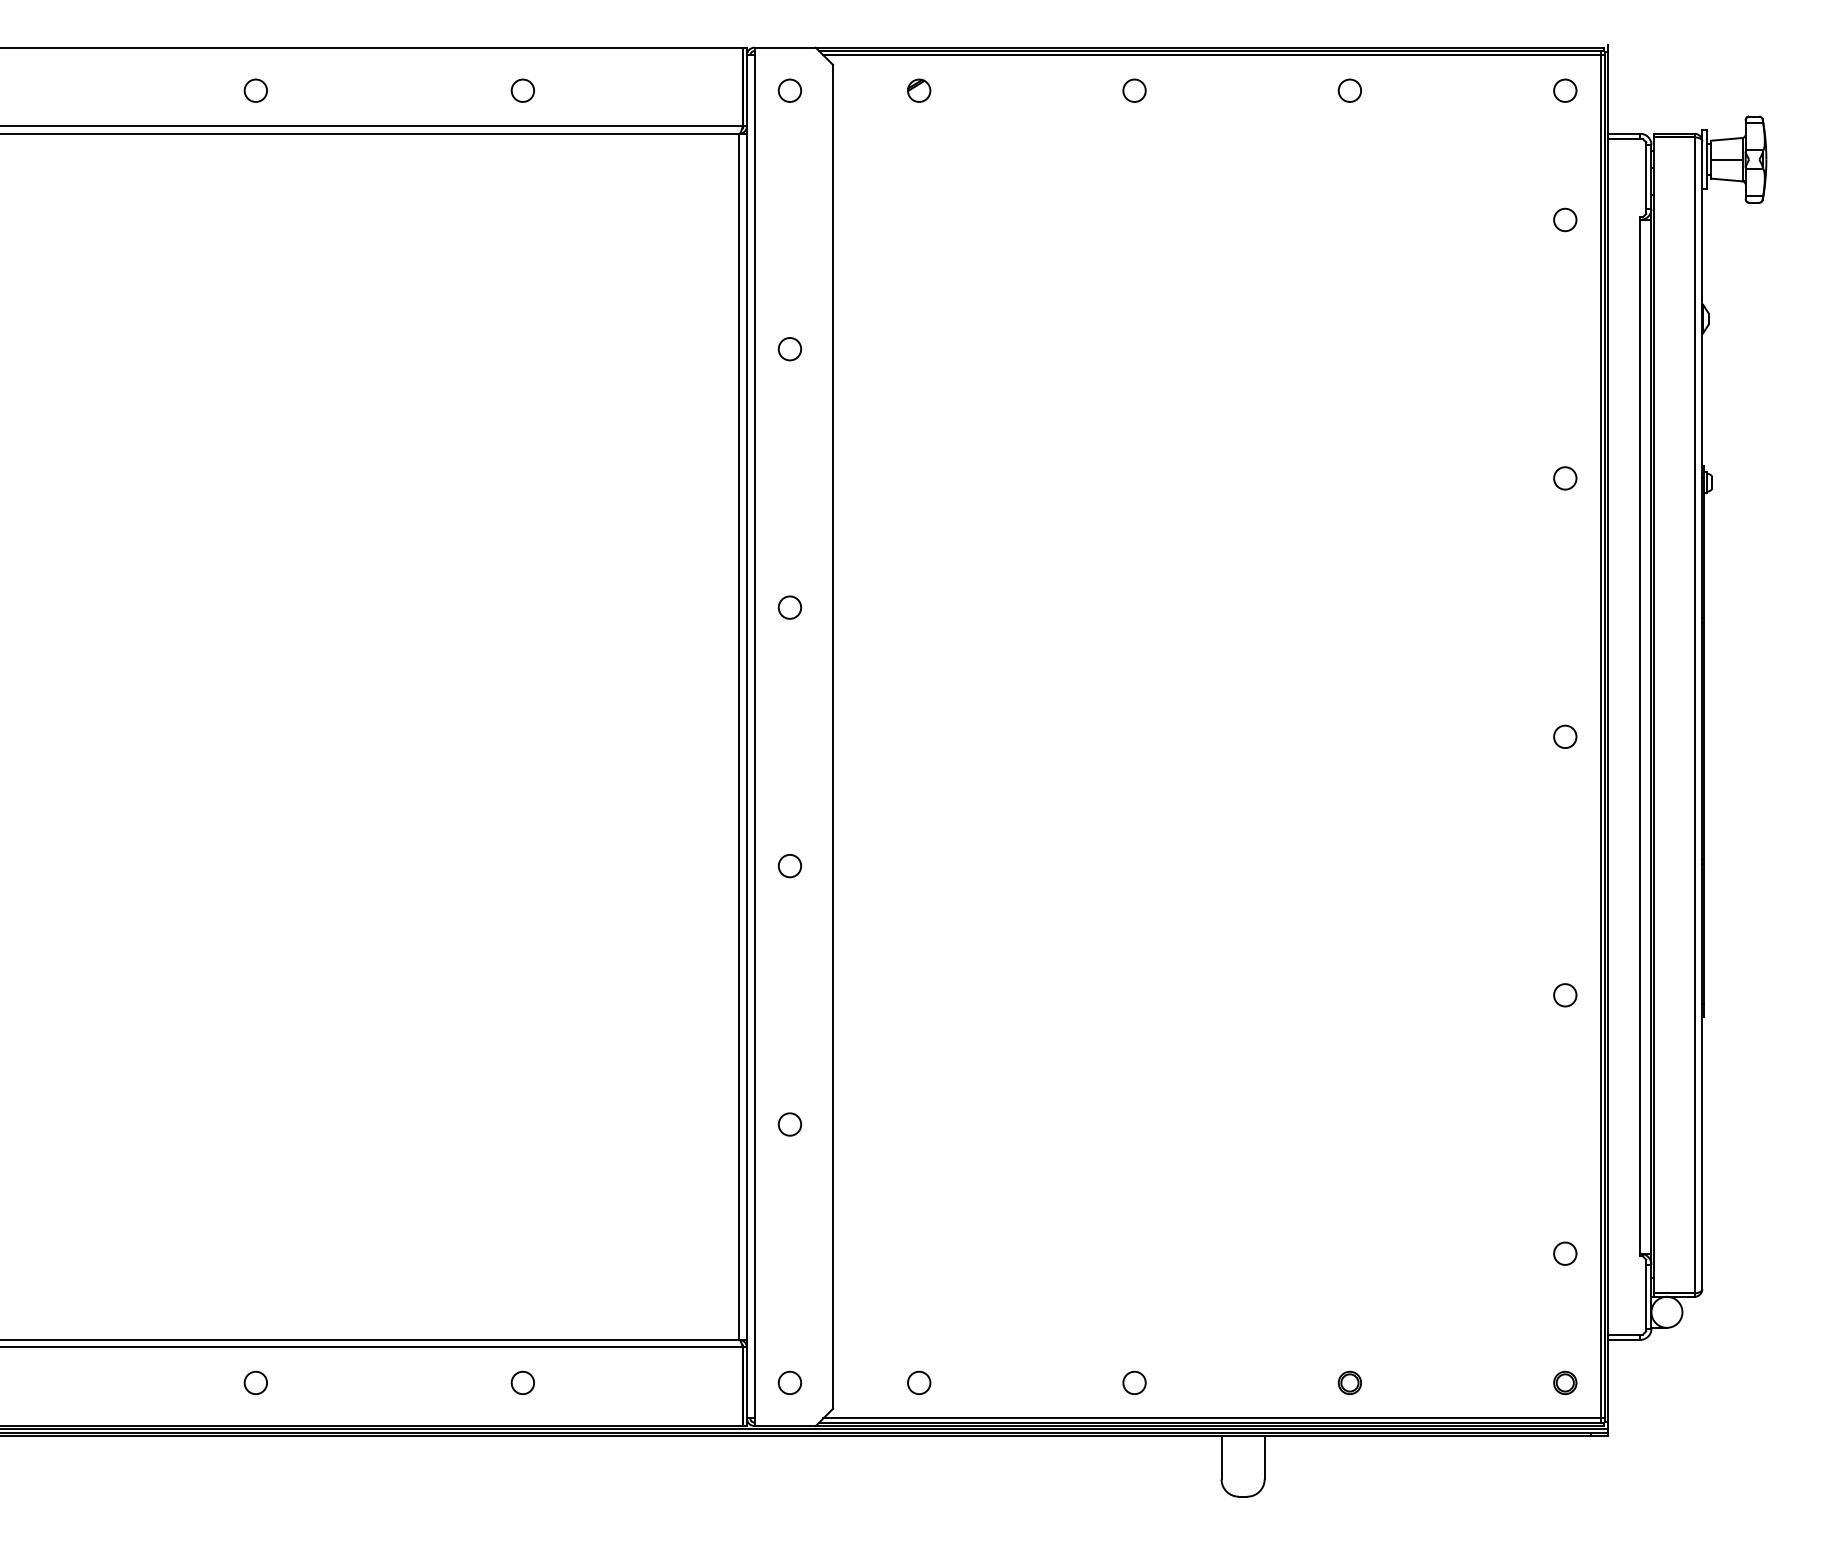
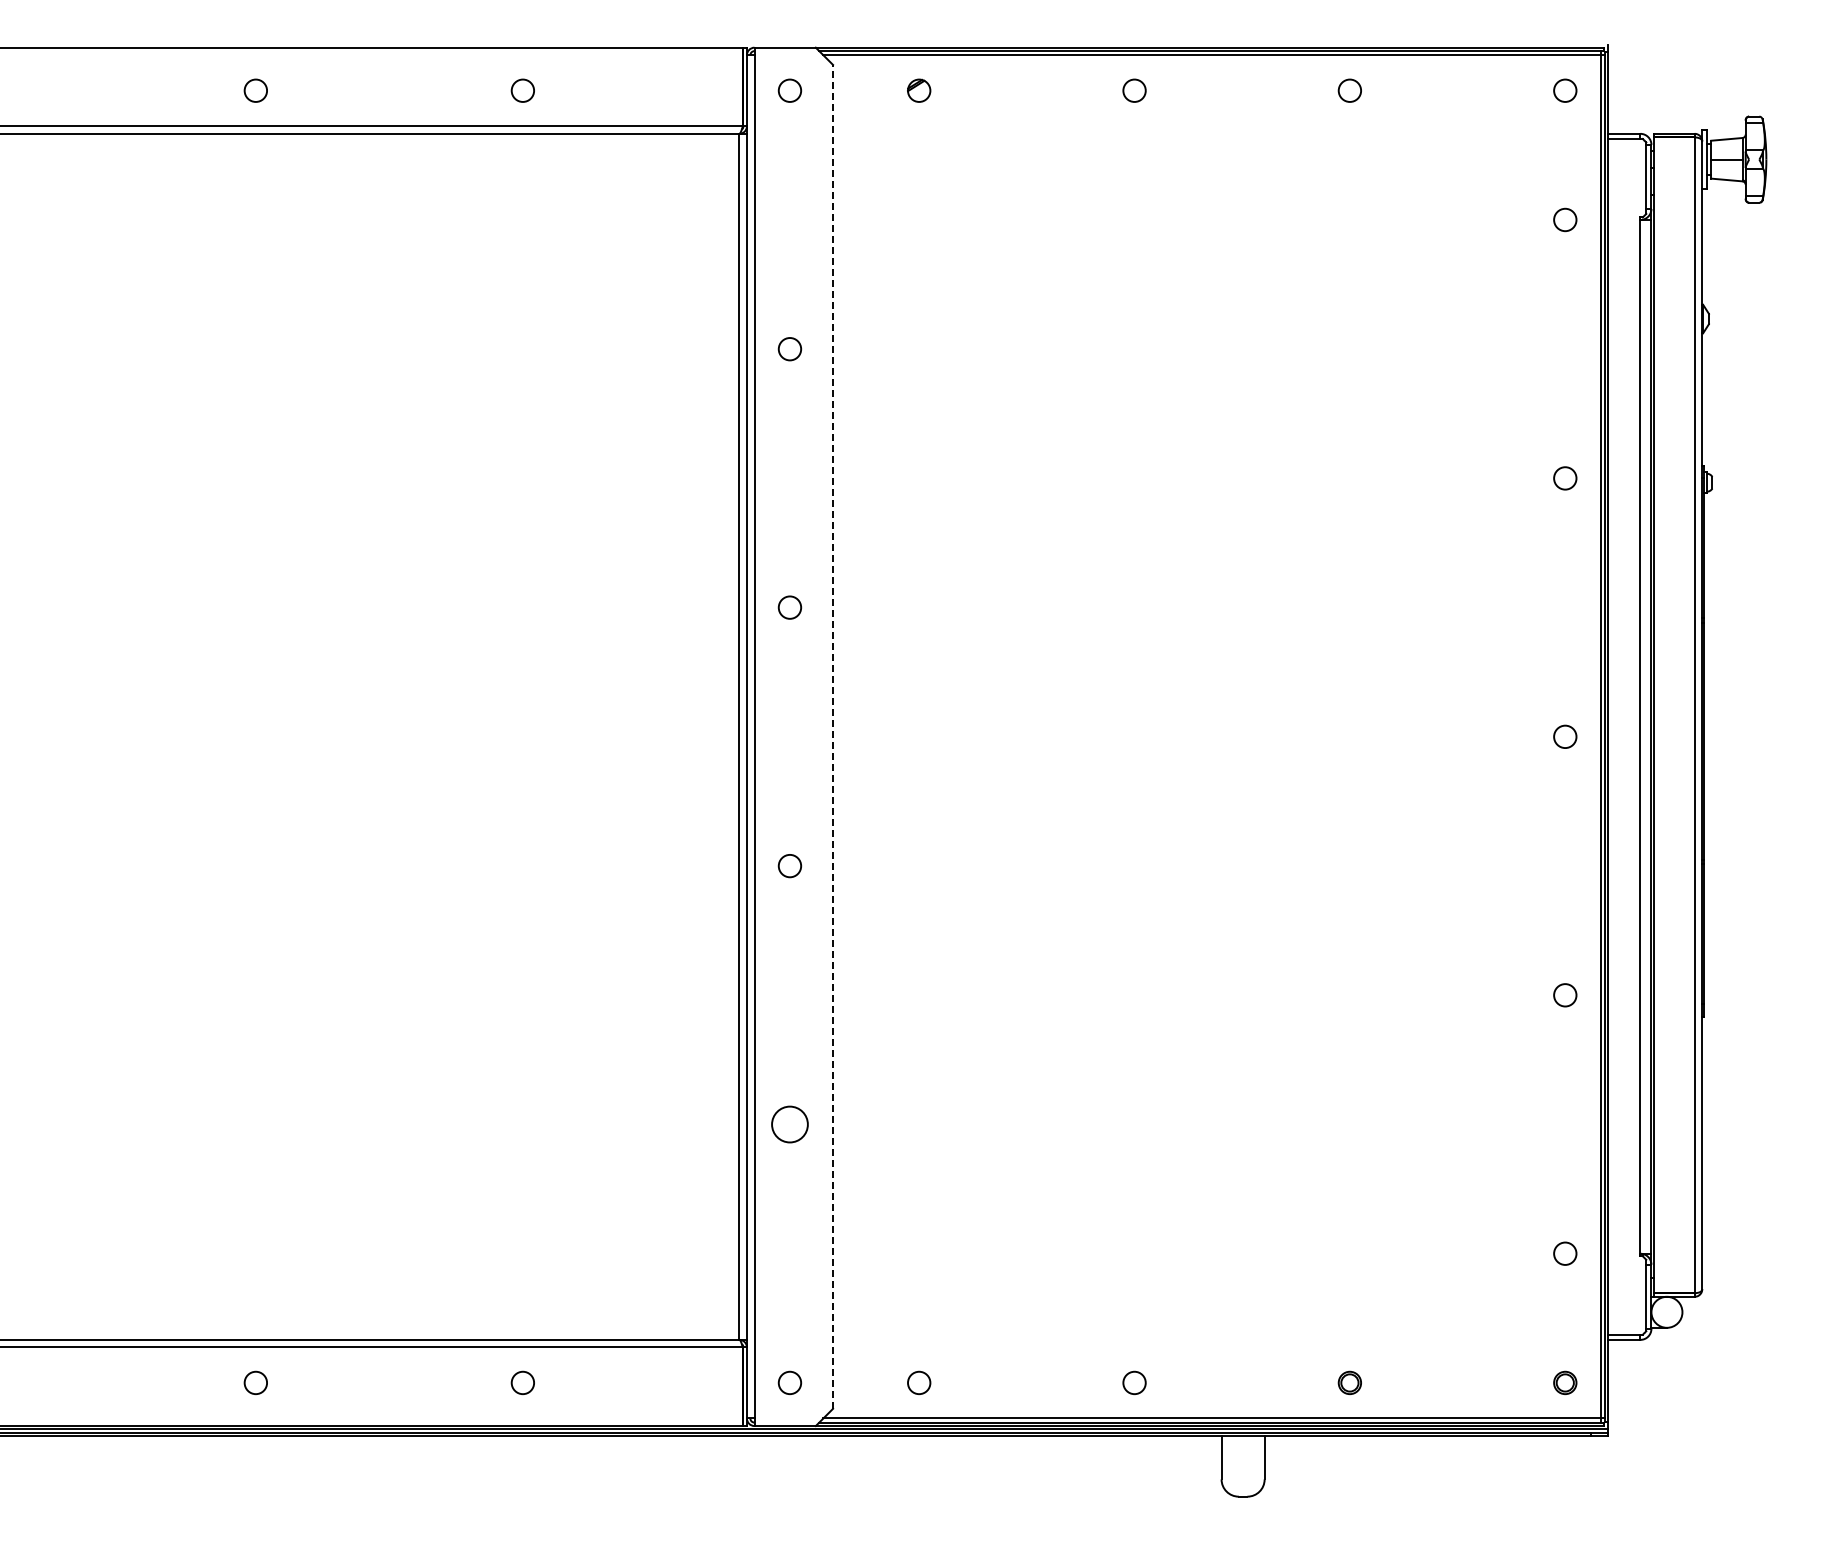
line at (833, 736): solid -> dashed
circle at (789, 1124) size: 26x25 px -> 38x39 px
